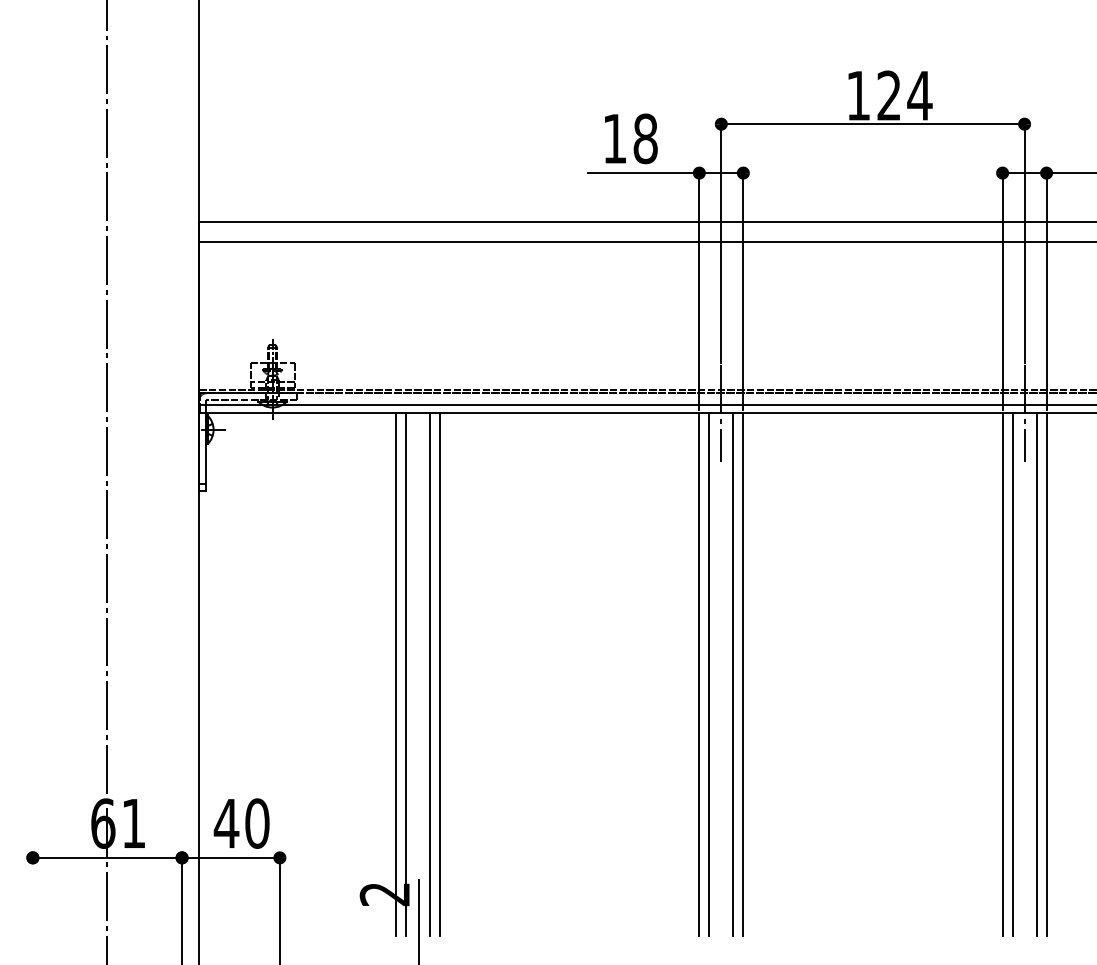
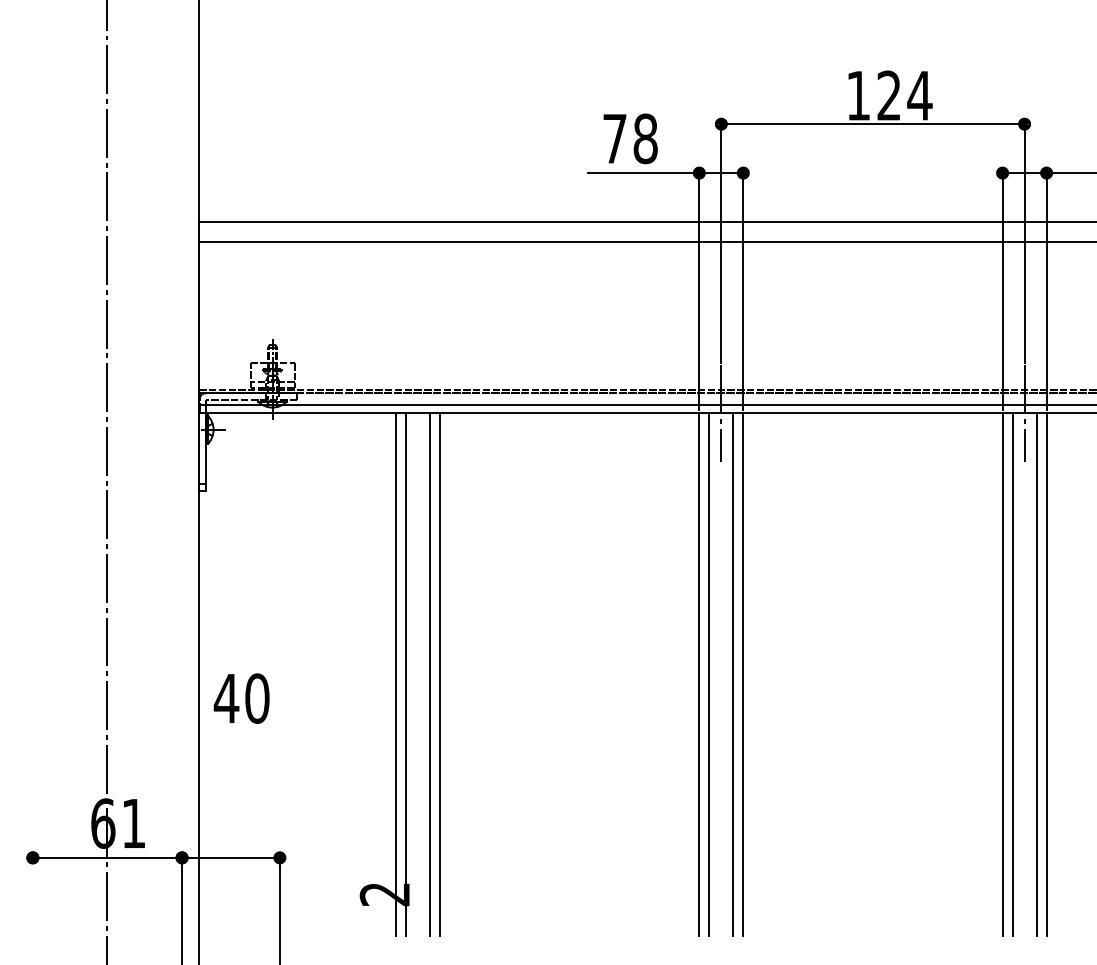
text at (614, 138): 18 -> 78
text at (241, 823) position: (241, 823) -> (241, 698)
line at (419, 920): present -> none
